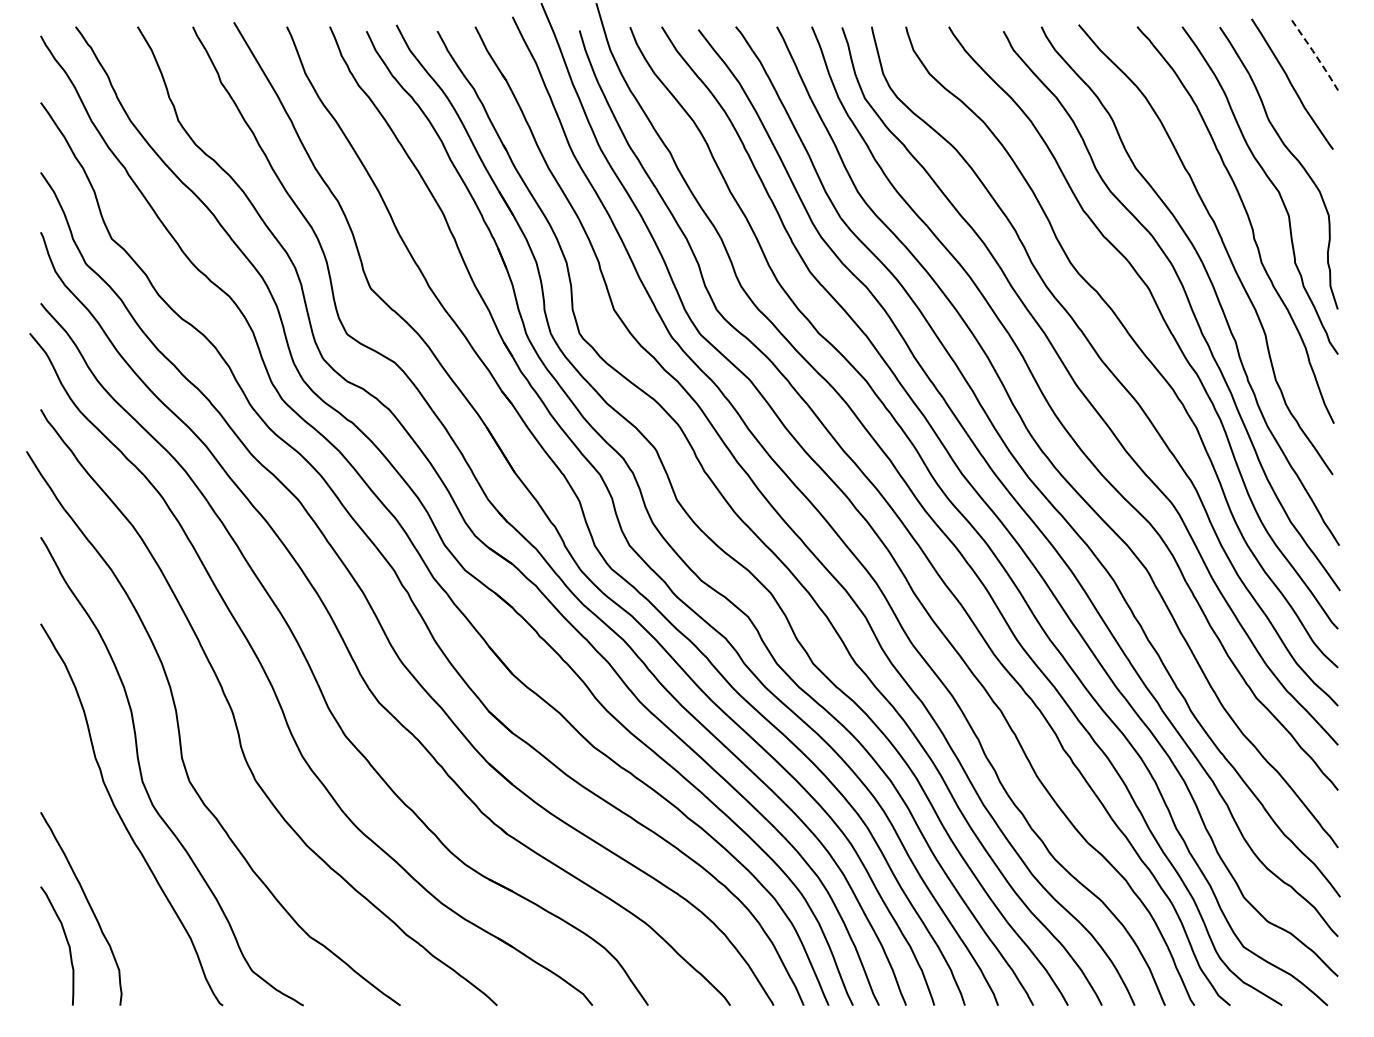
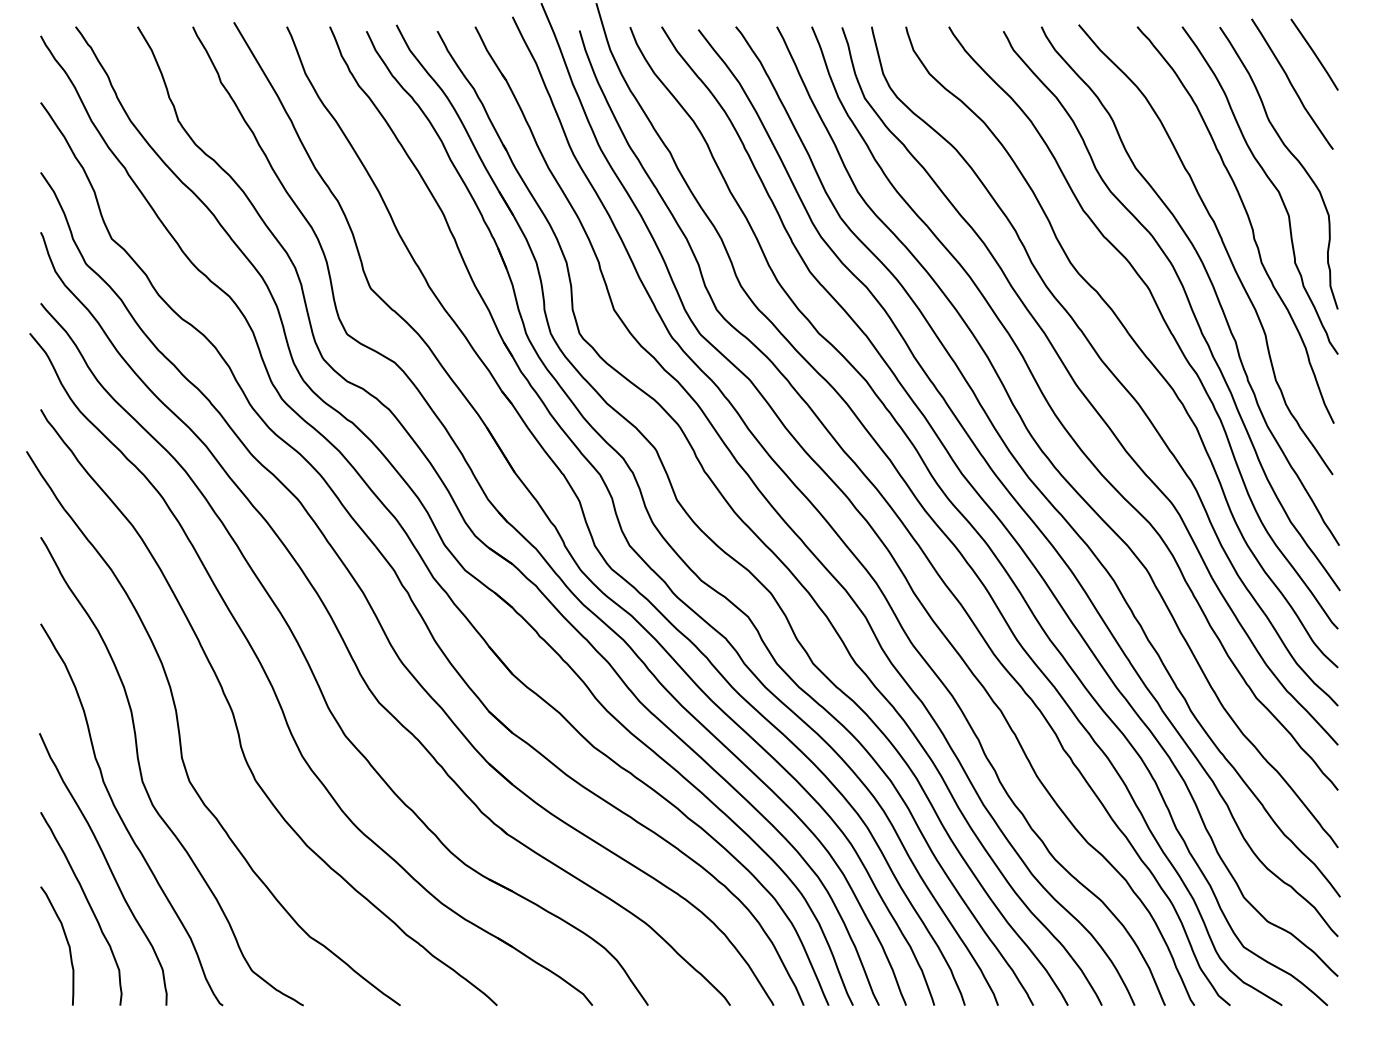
line at (1315, 54): dashed -> solid
curve at (108, 867): none -> present
